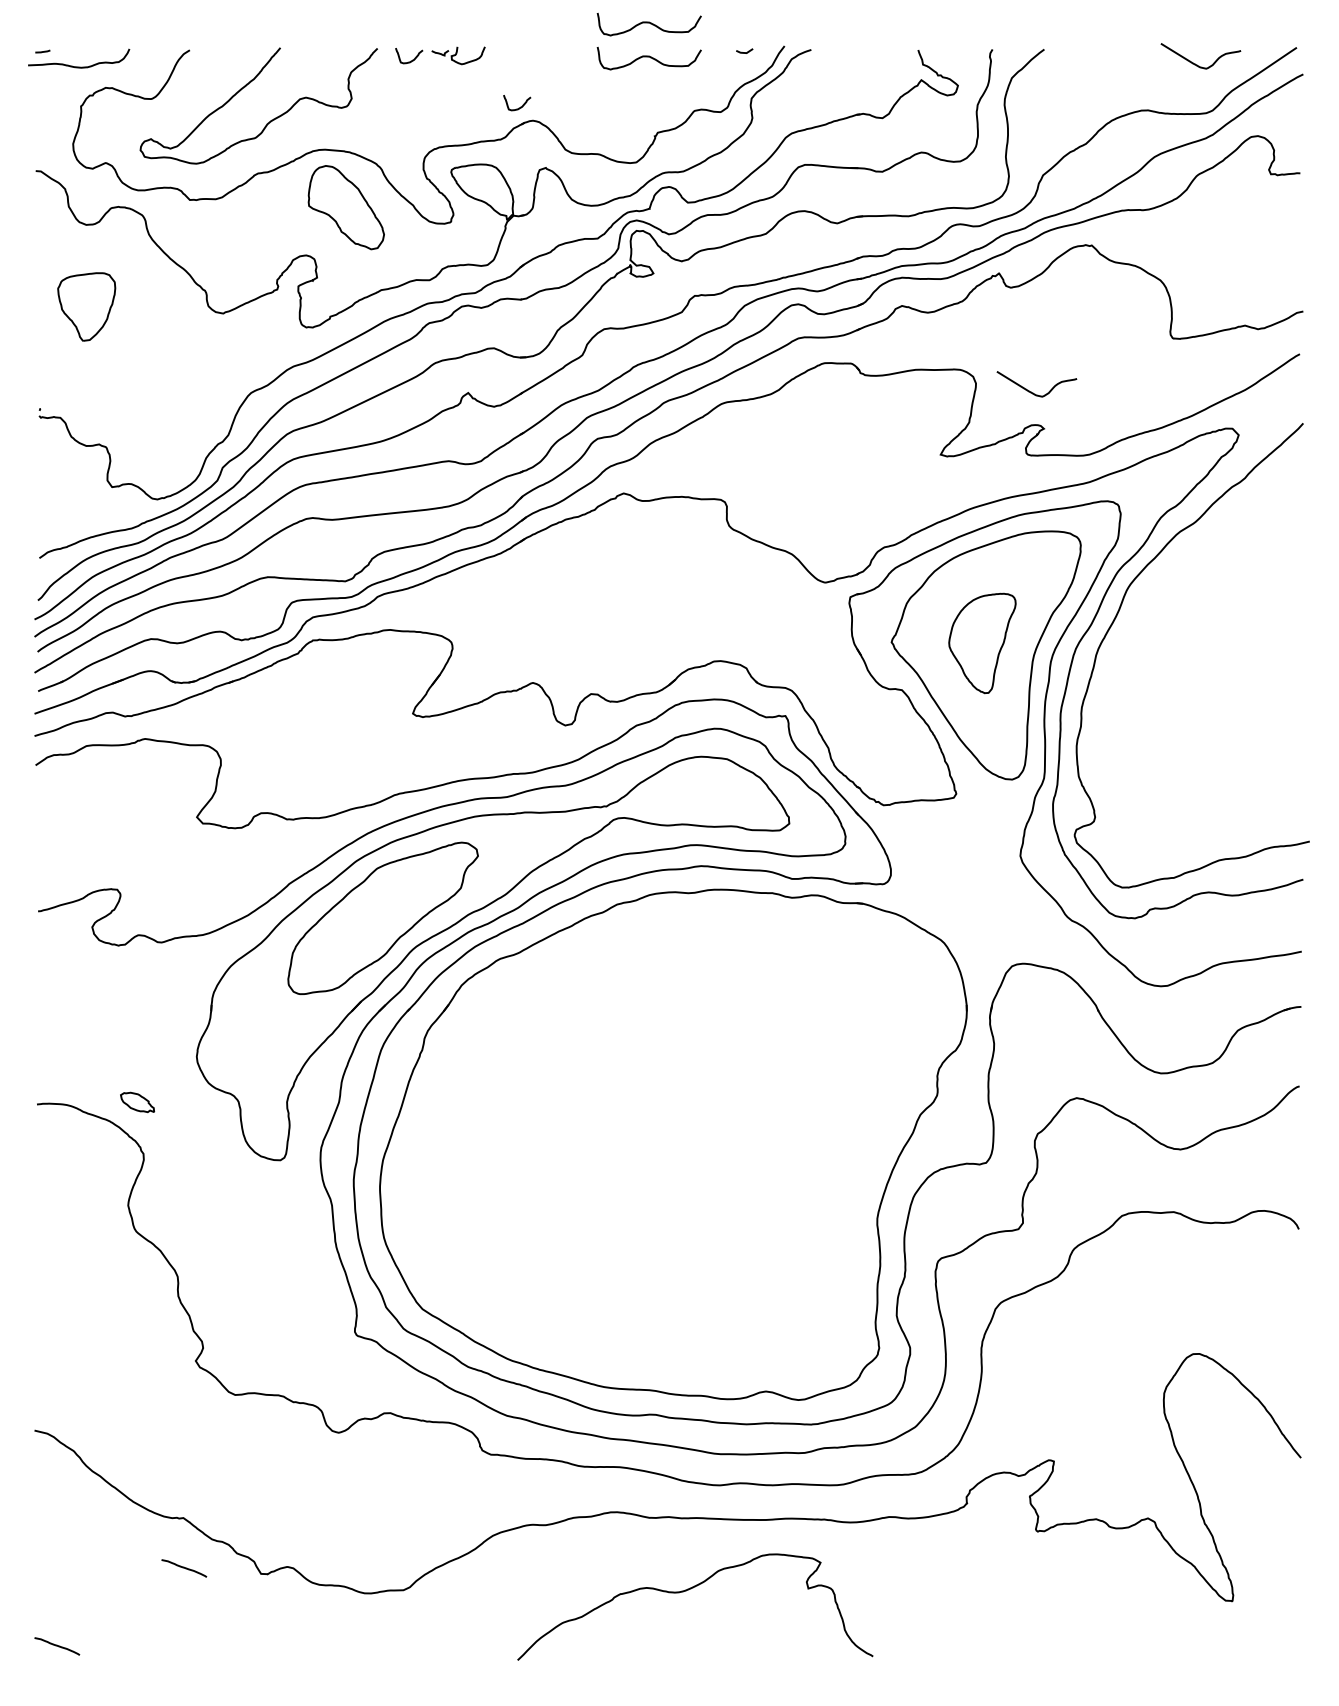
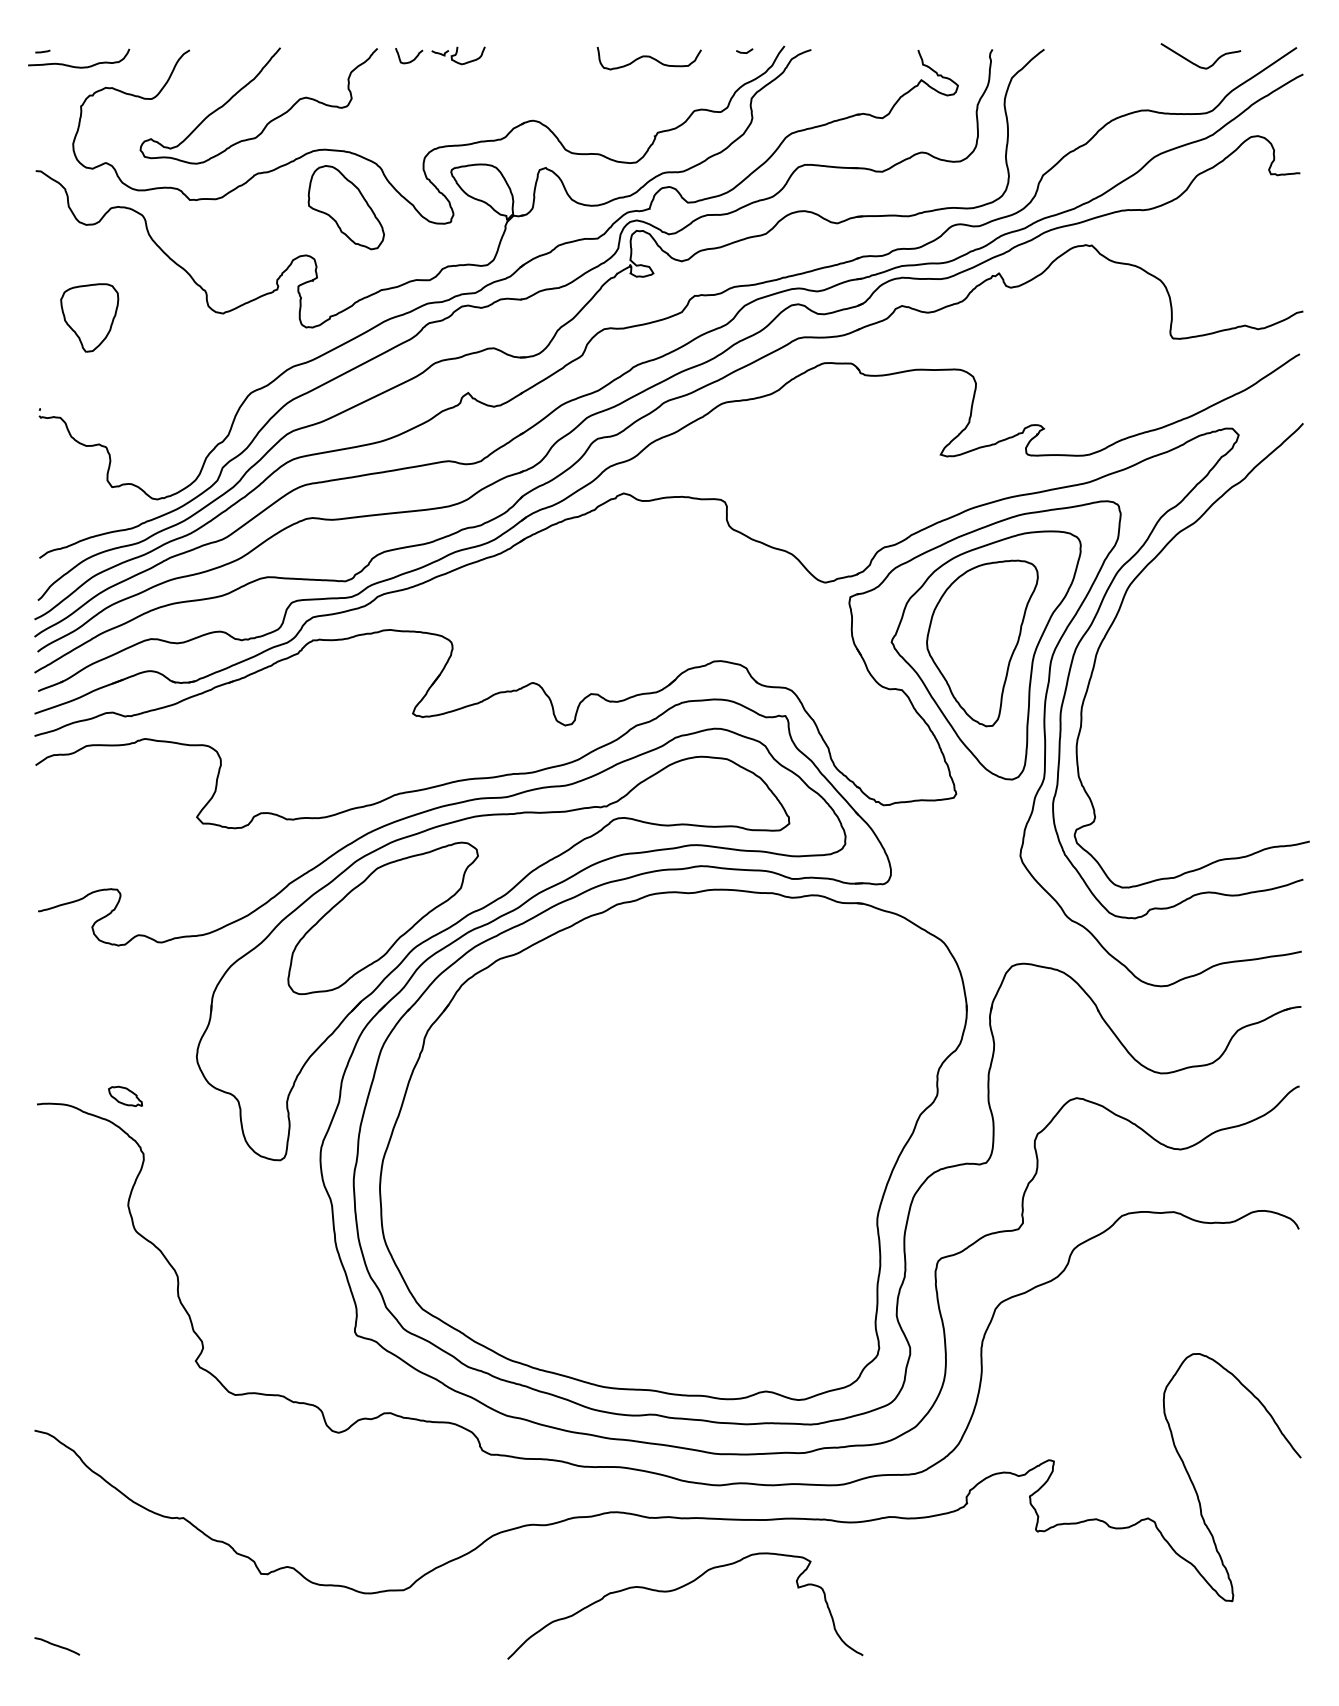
curve at (648, 23): present -> none
curve at (518, 107): present -> none
part at (86, 306) position: (86, 306) -> (89, 317)
curve at (1033, 392): present -> none
part at (982, 643) size: 69x103 px -> 113x169 px
part at (137, 1102) position: (137, 1102) -> (125, 1096)
line at (184, 1568): present -> none
curve at (691, 1589) position: (691, 1589) -> (681, 1588)
